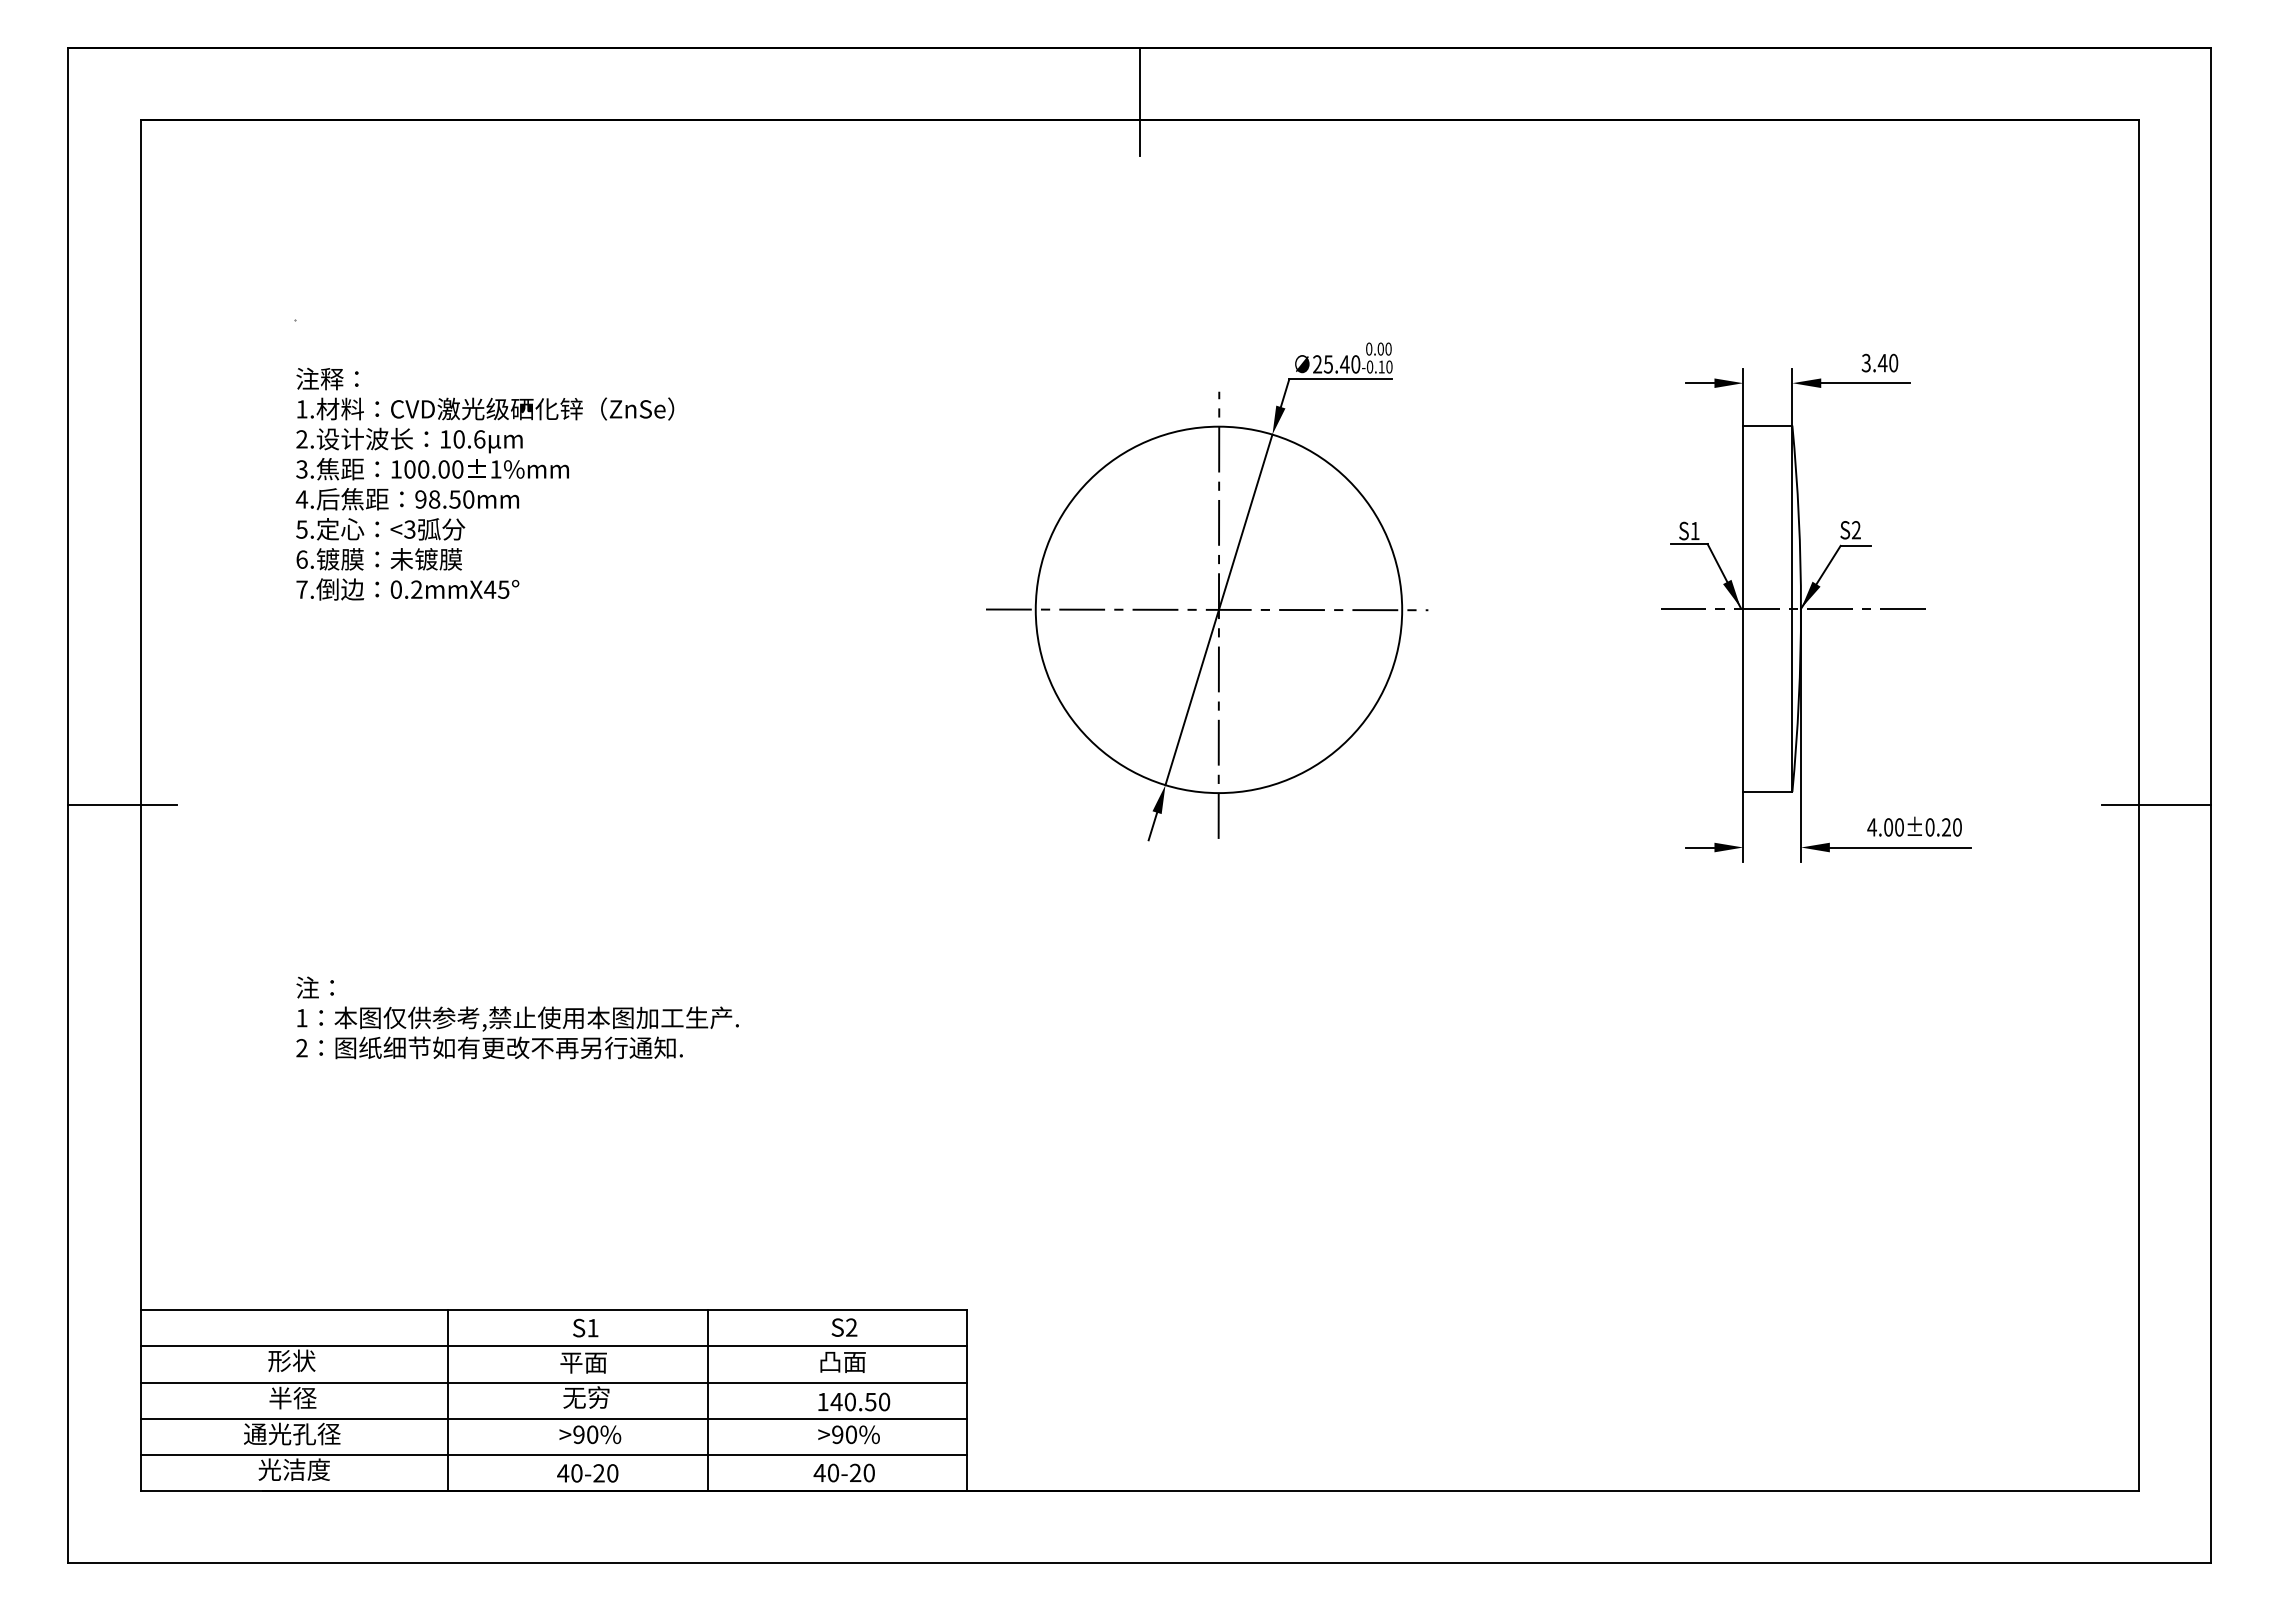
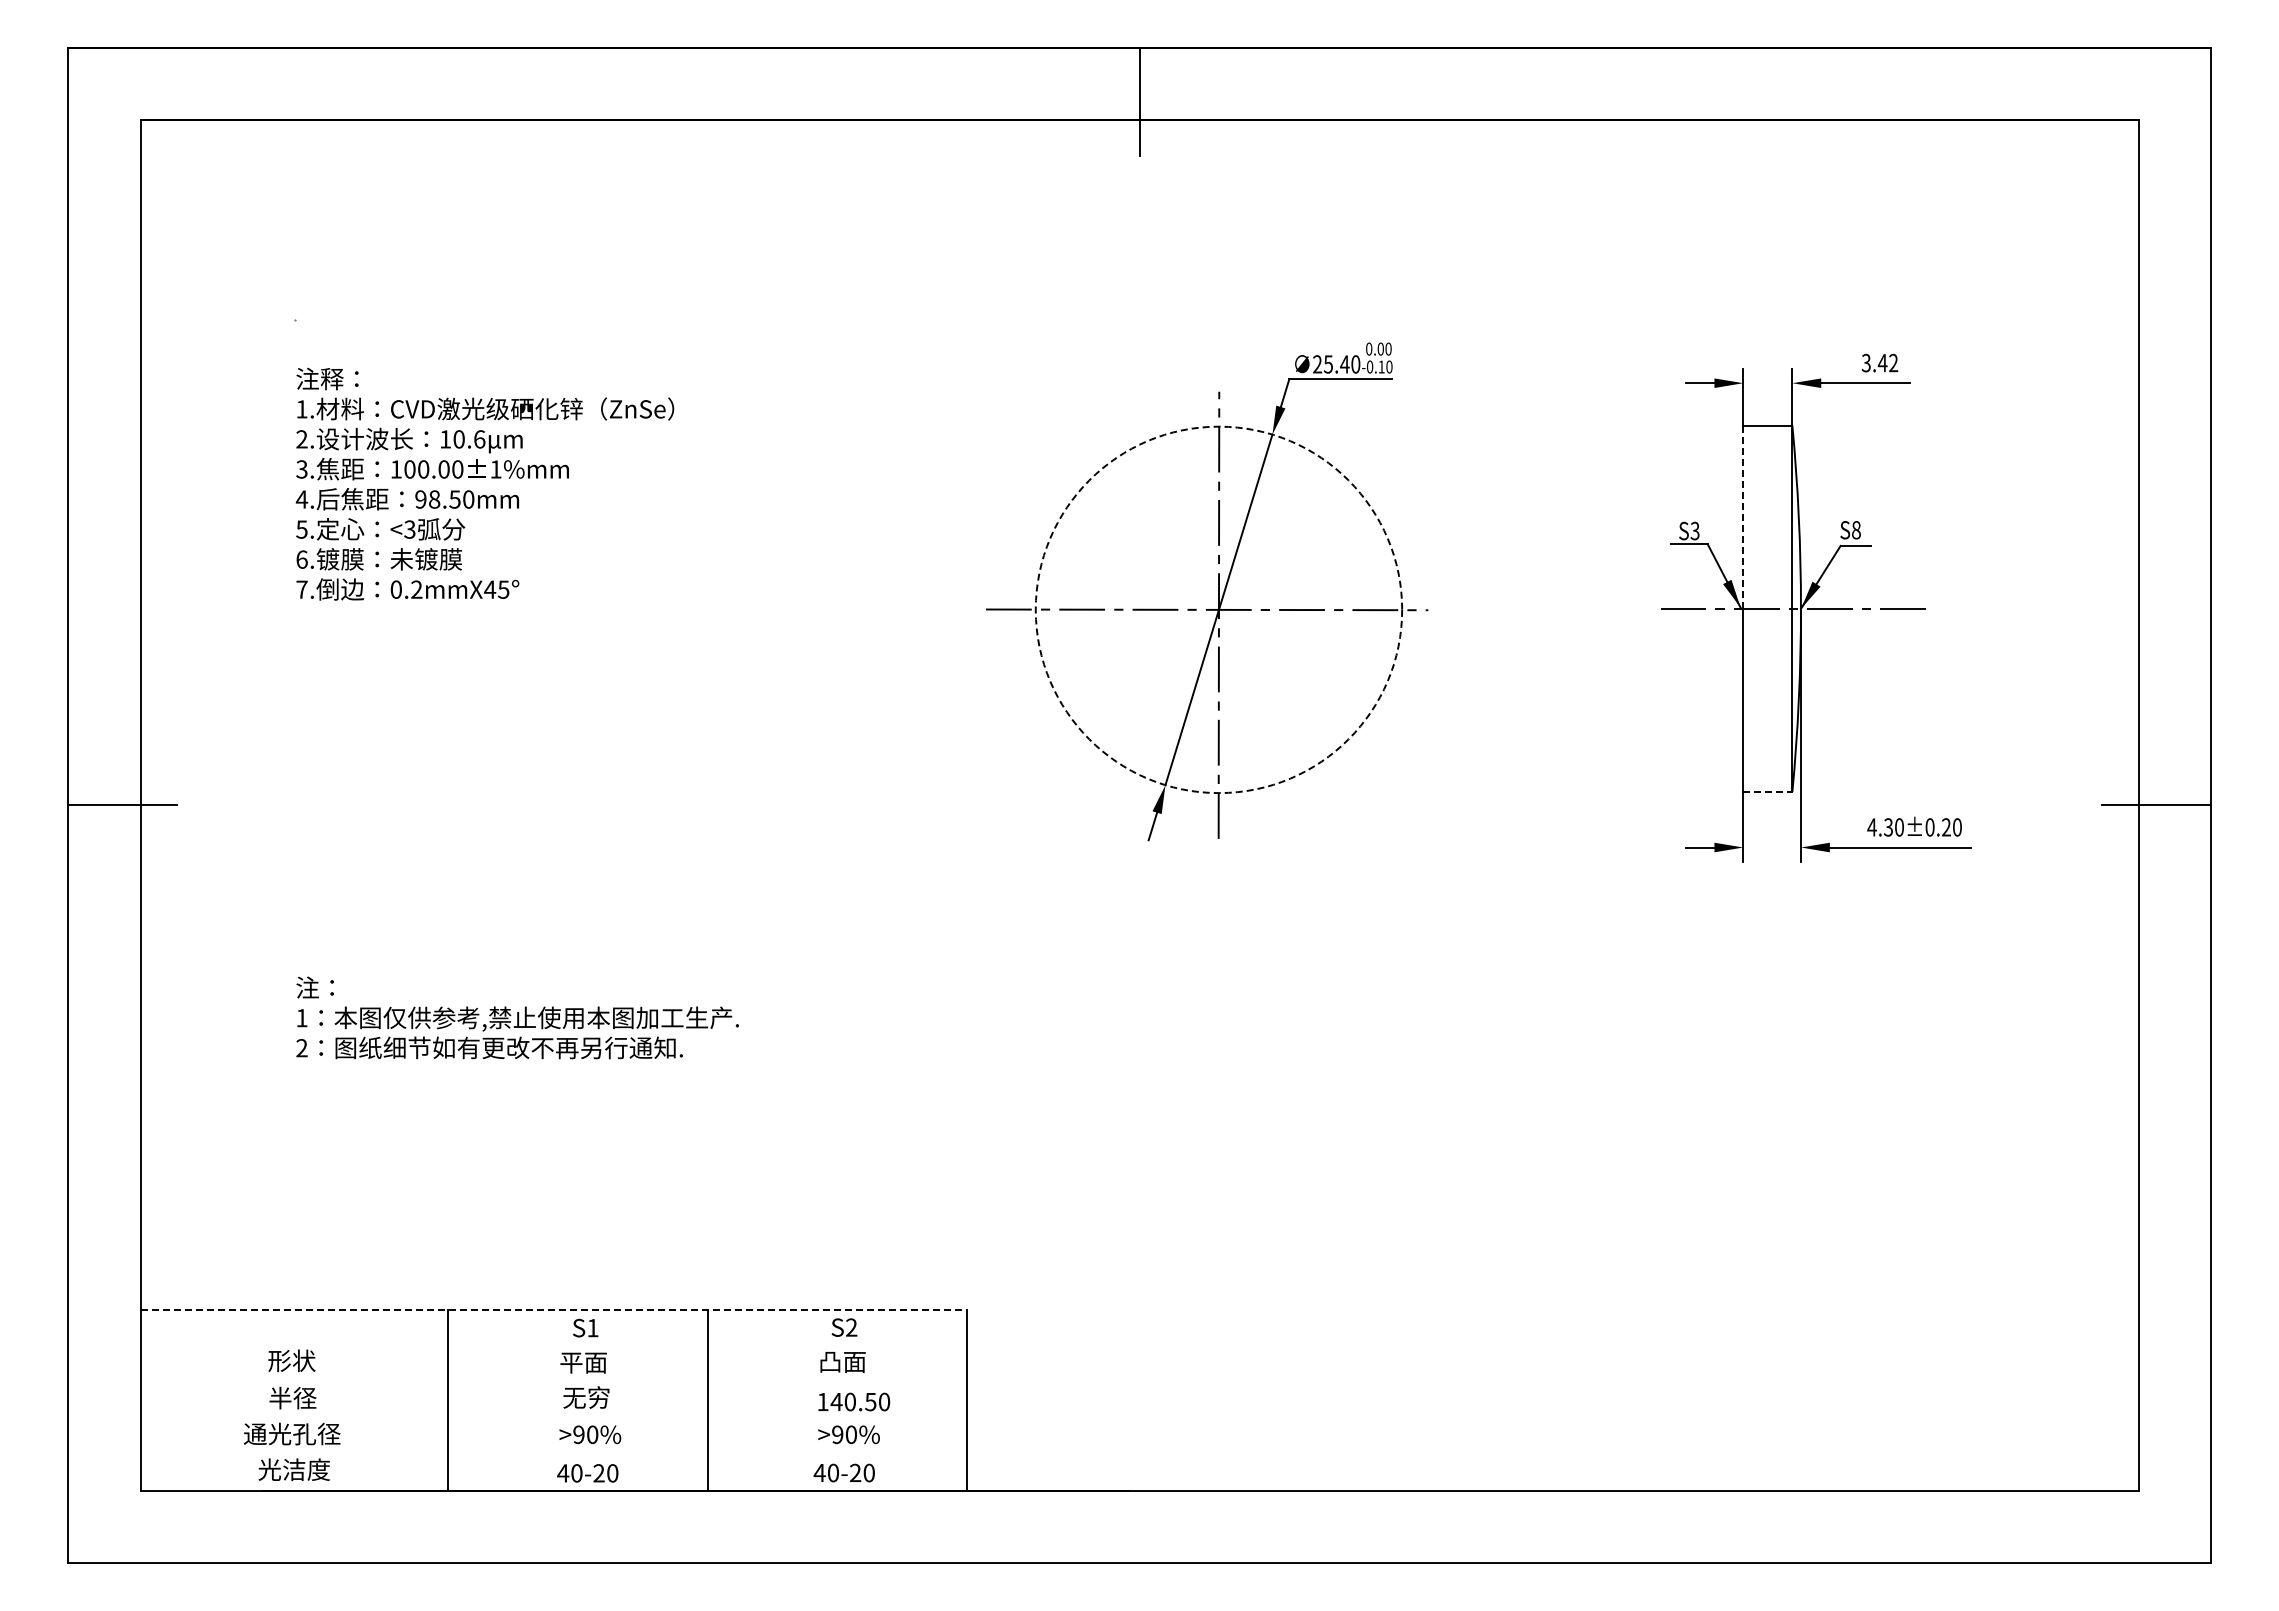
text at (1893, 363): 3.40 -> 3.42
line at (1743, 517): solid -> dashed
text at (1694, 530): S1 -> S3
text at (1855, 530): S2 -> S8
circle at (1218, 609): solid -> dashed
line at (1767, 791): solid -> dashed
text at (1888, 827): 4.00±0.20 -> 4.30±0.20
line at (554, 1310): solid -> dashed
line at (553, 1346): present -> none
line at (553, 1382): present -> none
line at (553, 1418): present -> none
line at (553, 1454): present -> none
